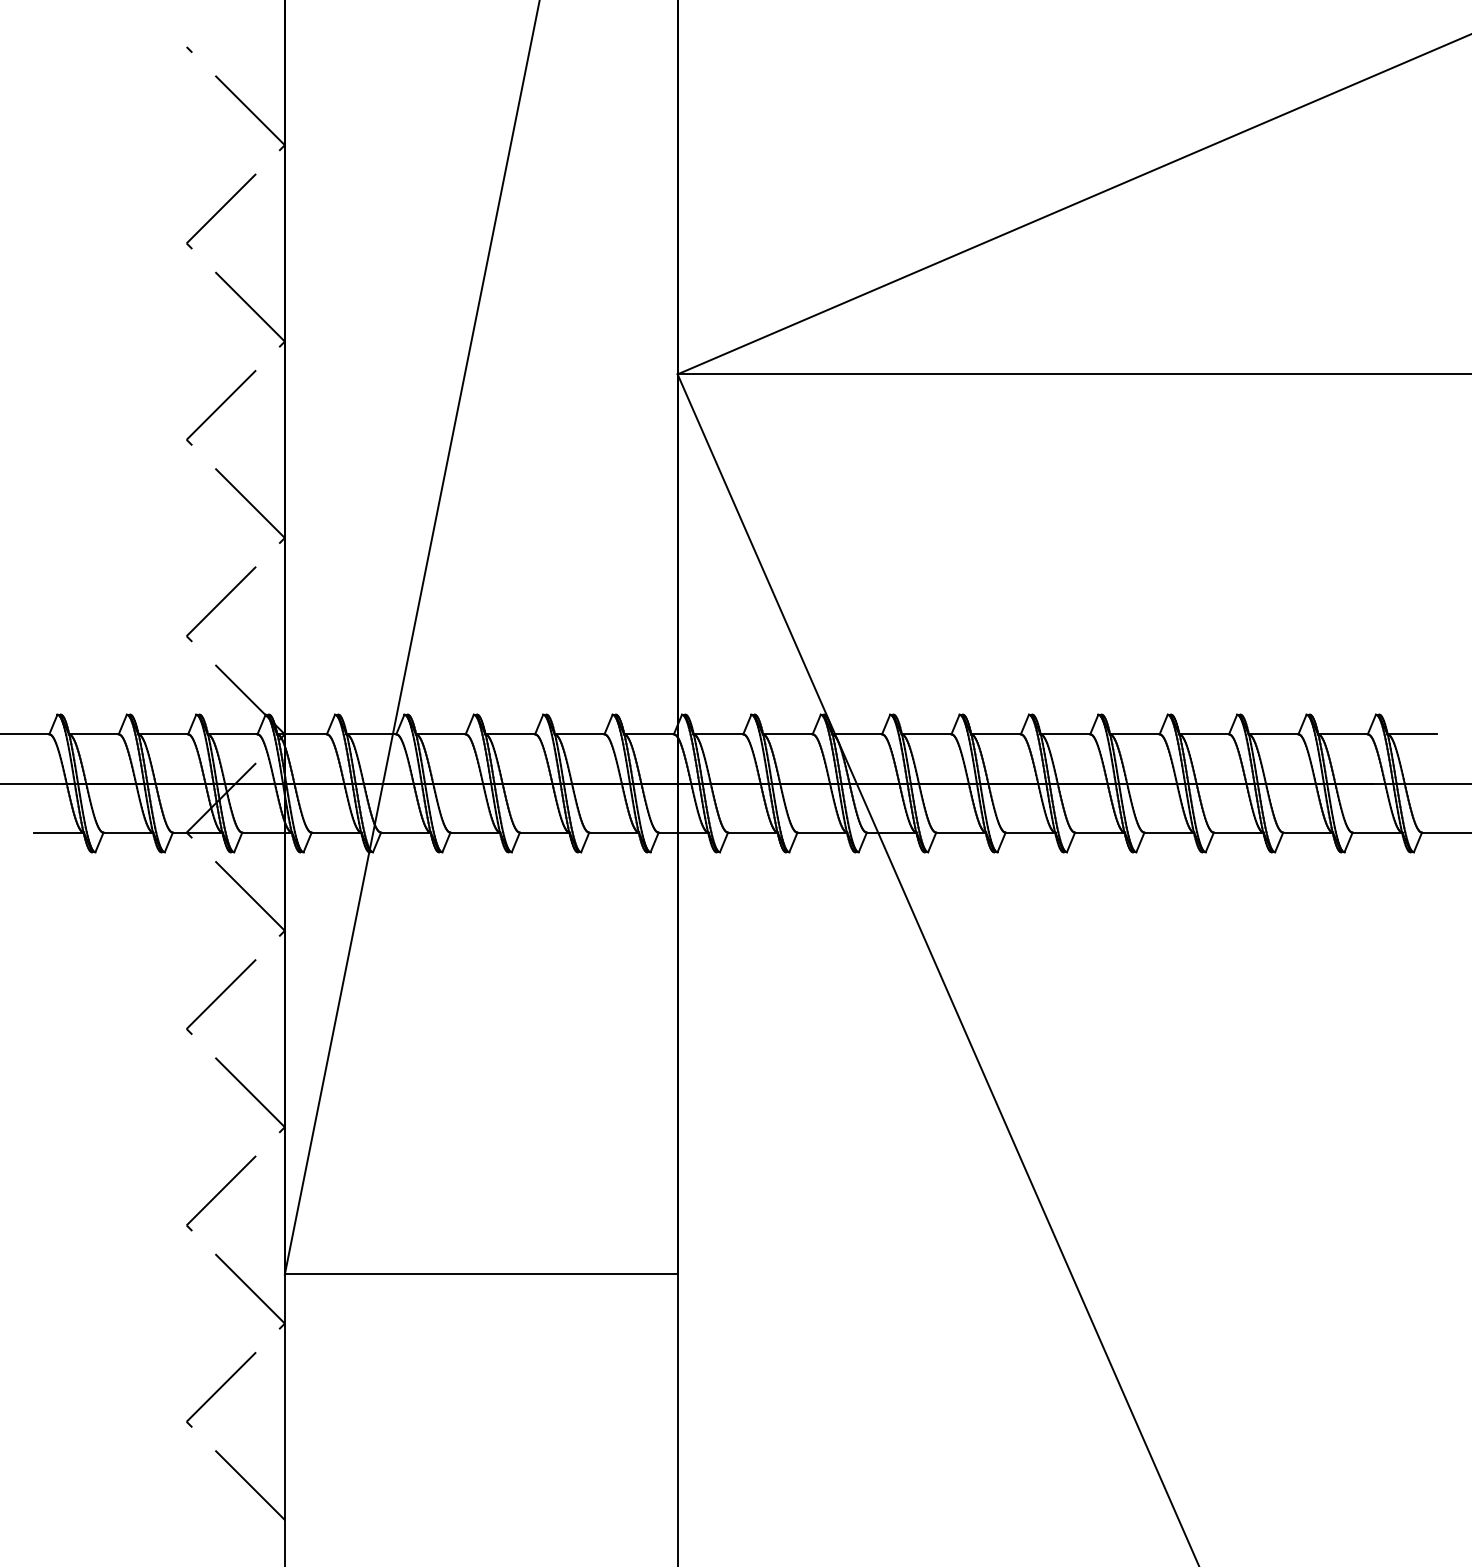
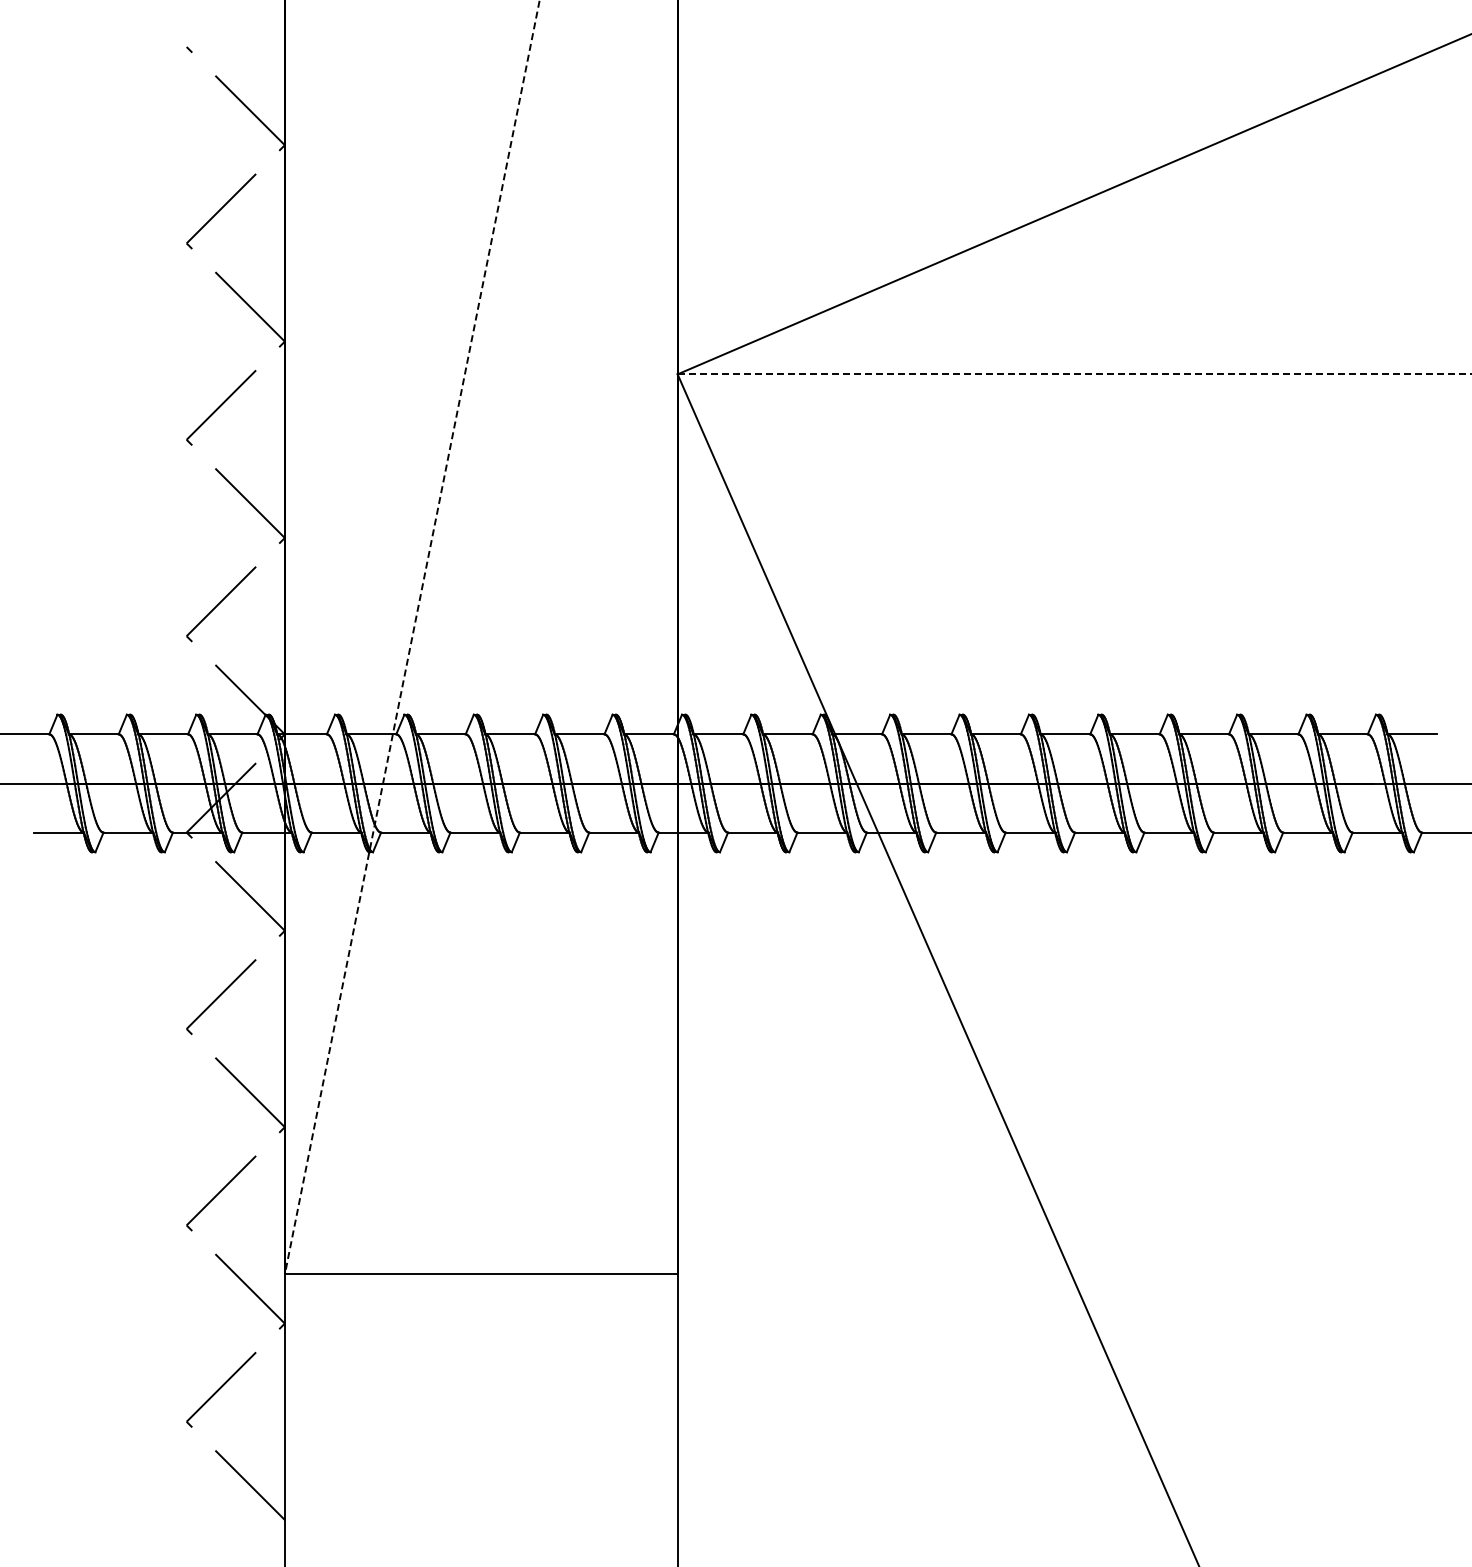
line at (1074, 374): solid -> dashed
line at (412, 638): solid -> dashed
